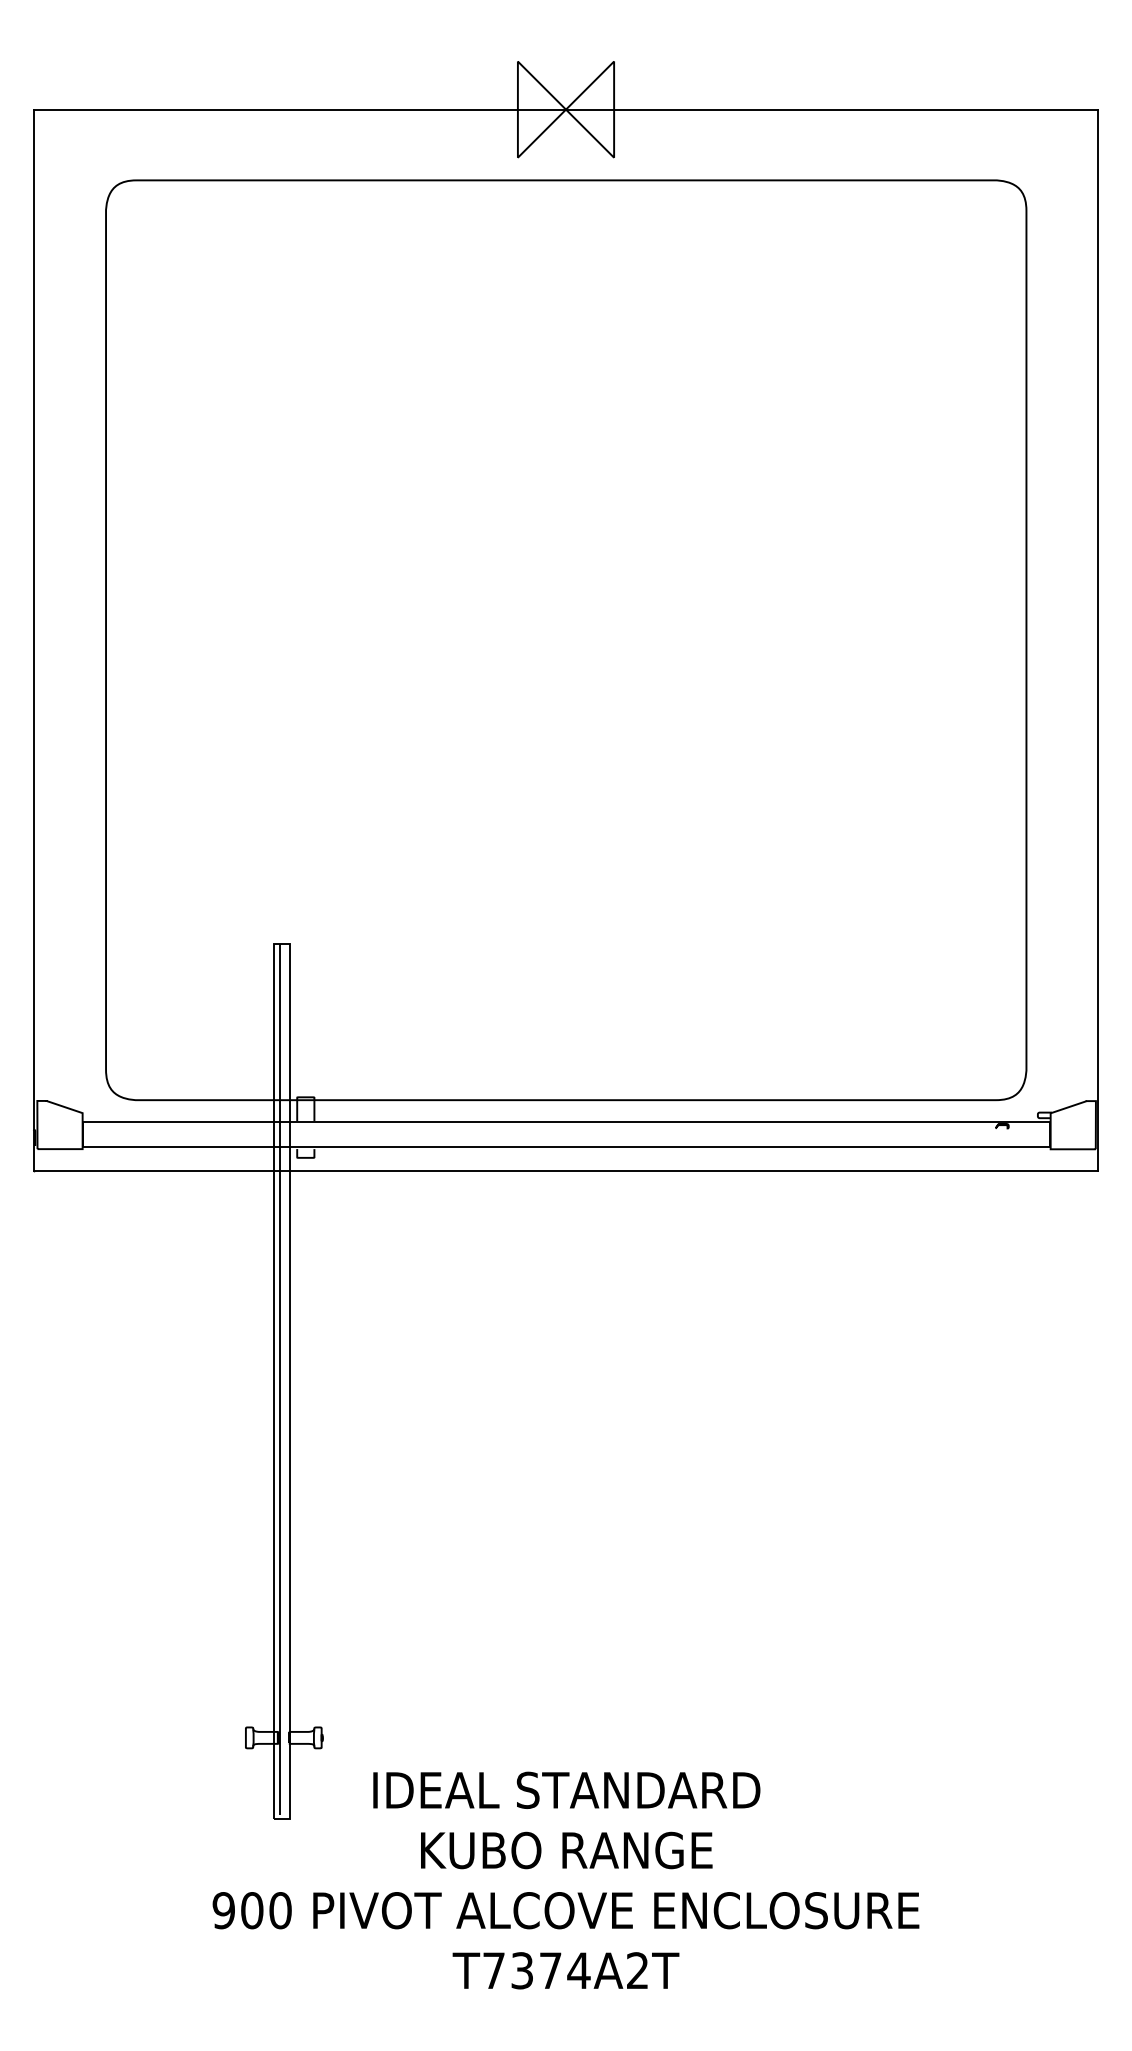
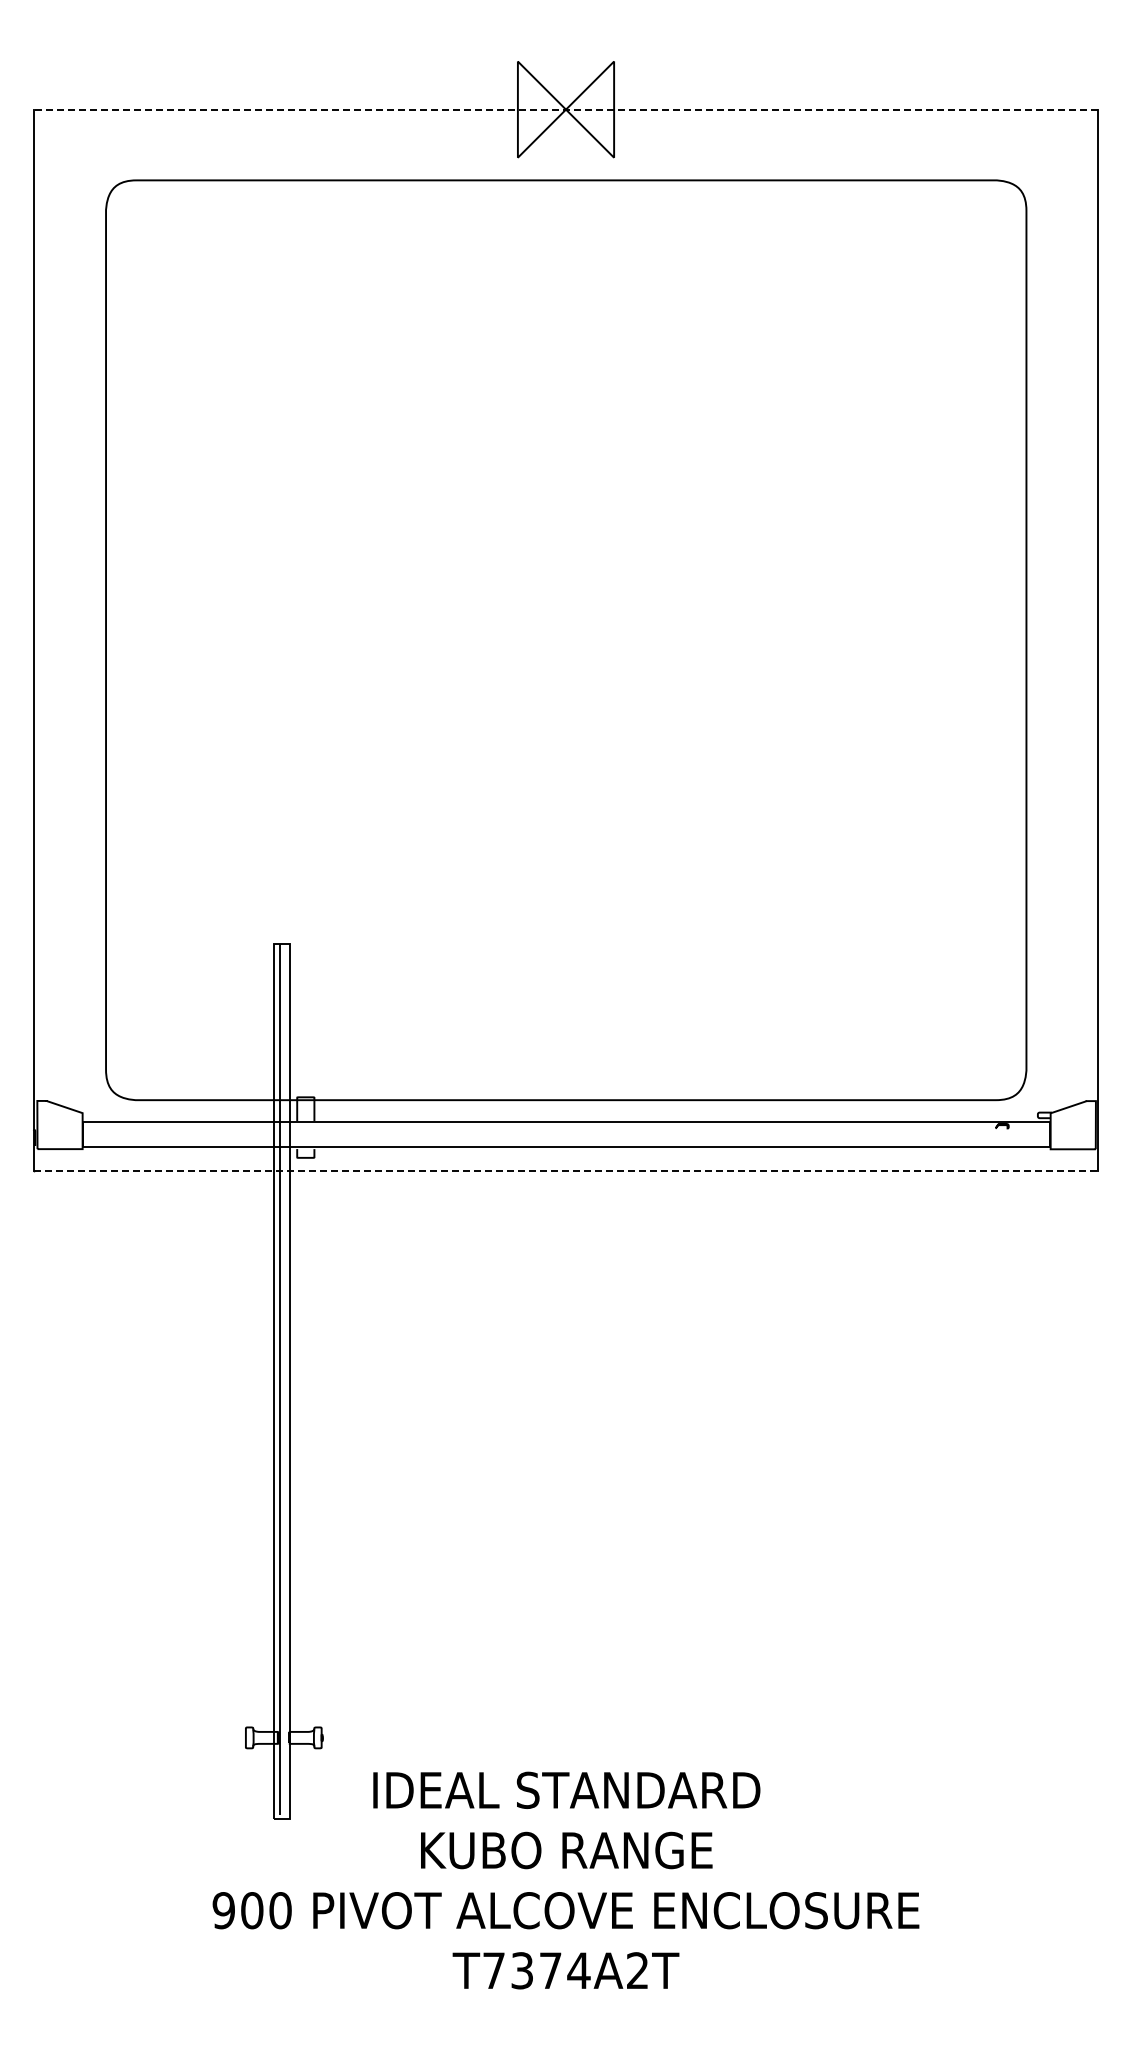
line at (565, 109): solid -> dashed
line at (566, 1170): solid -> dashed
